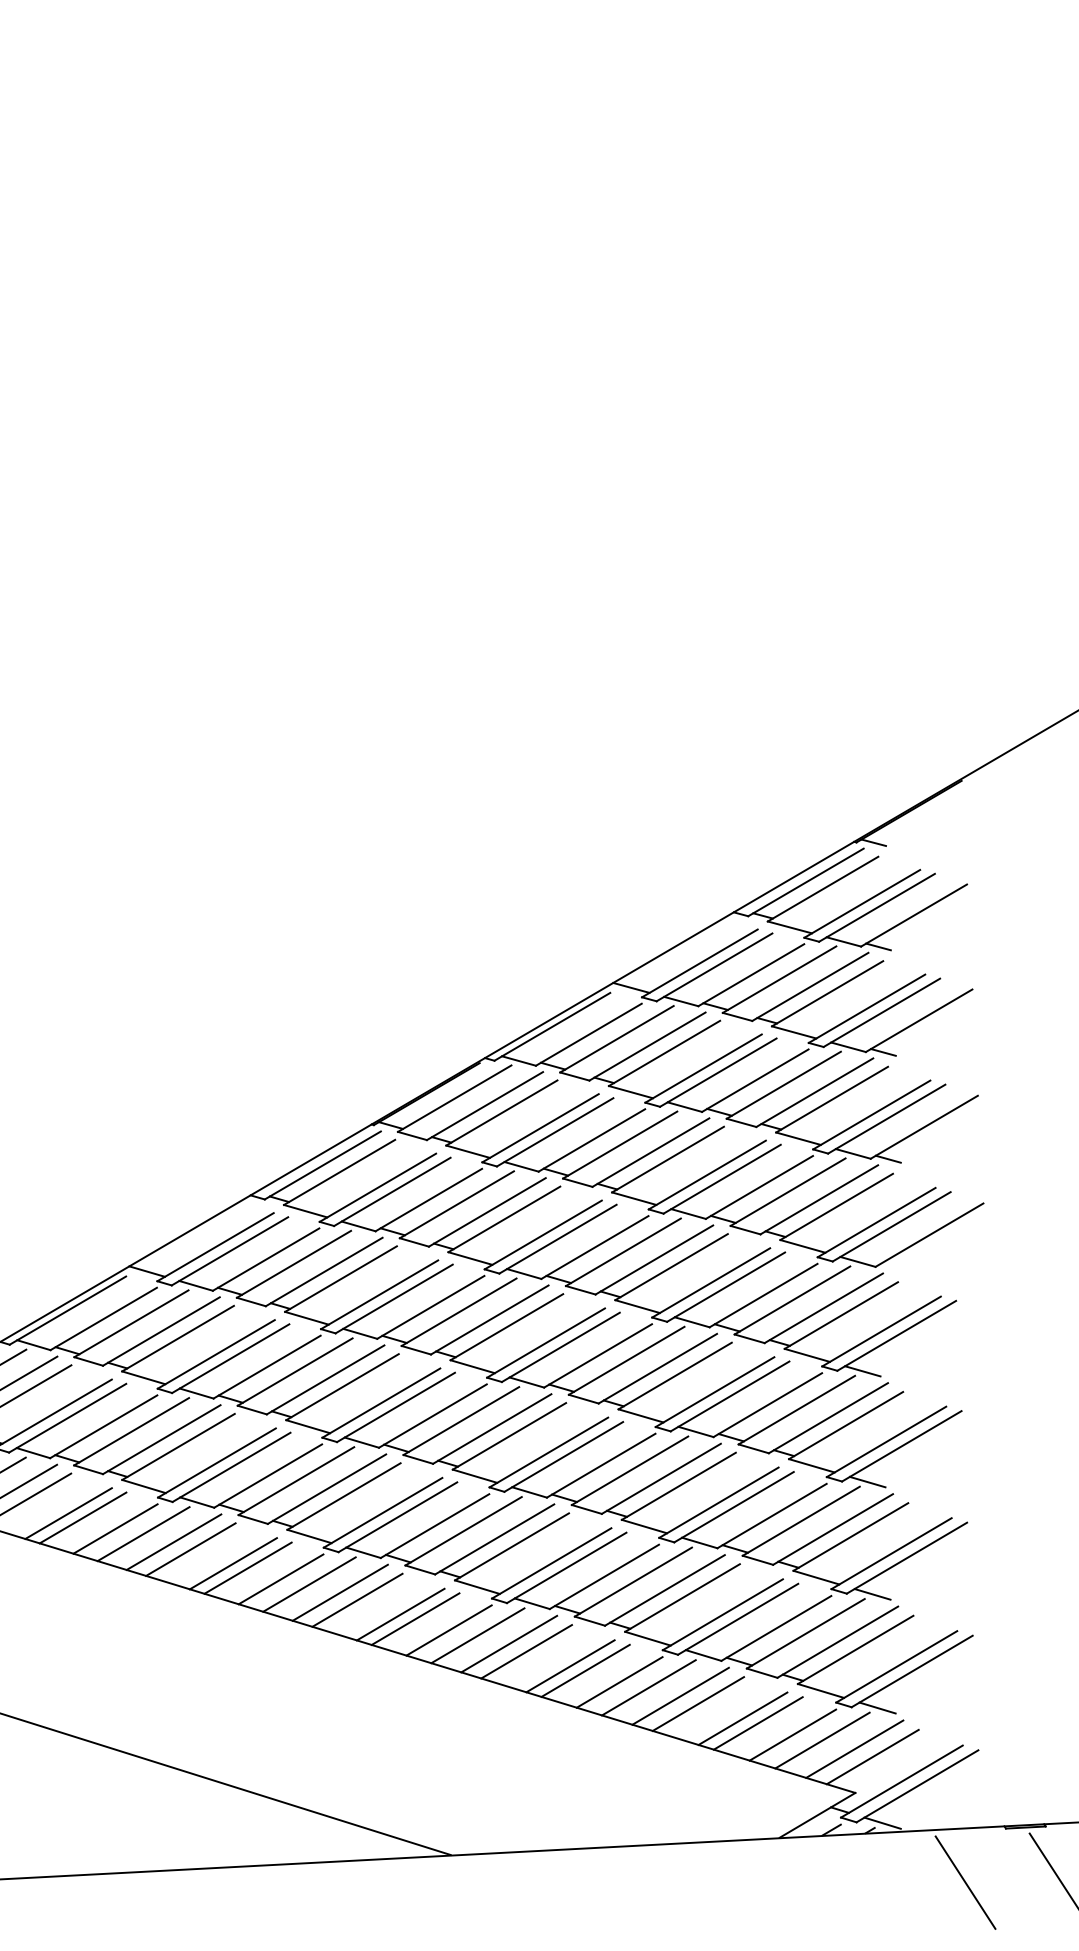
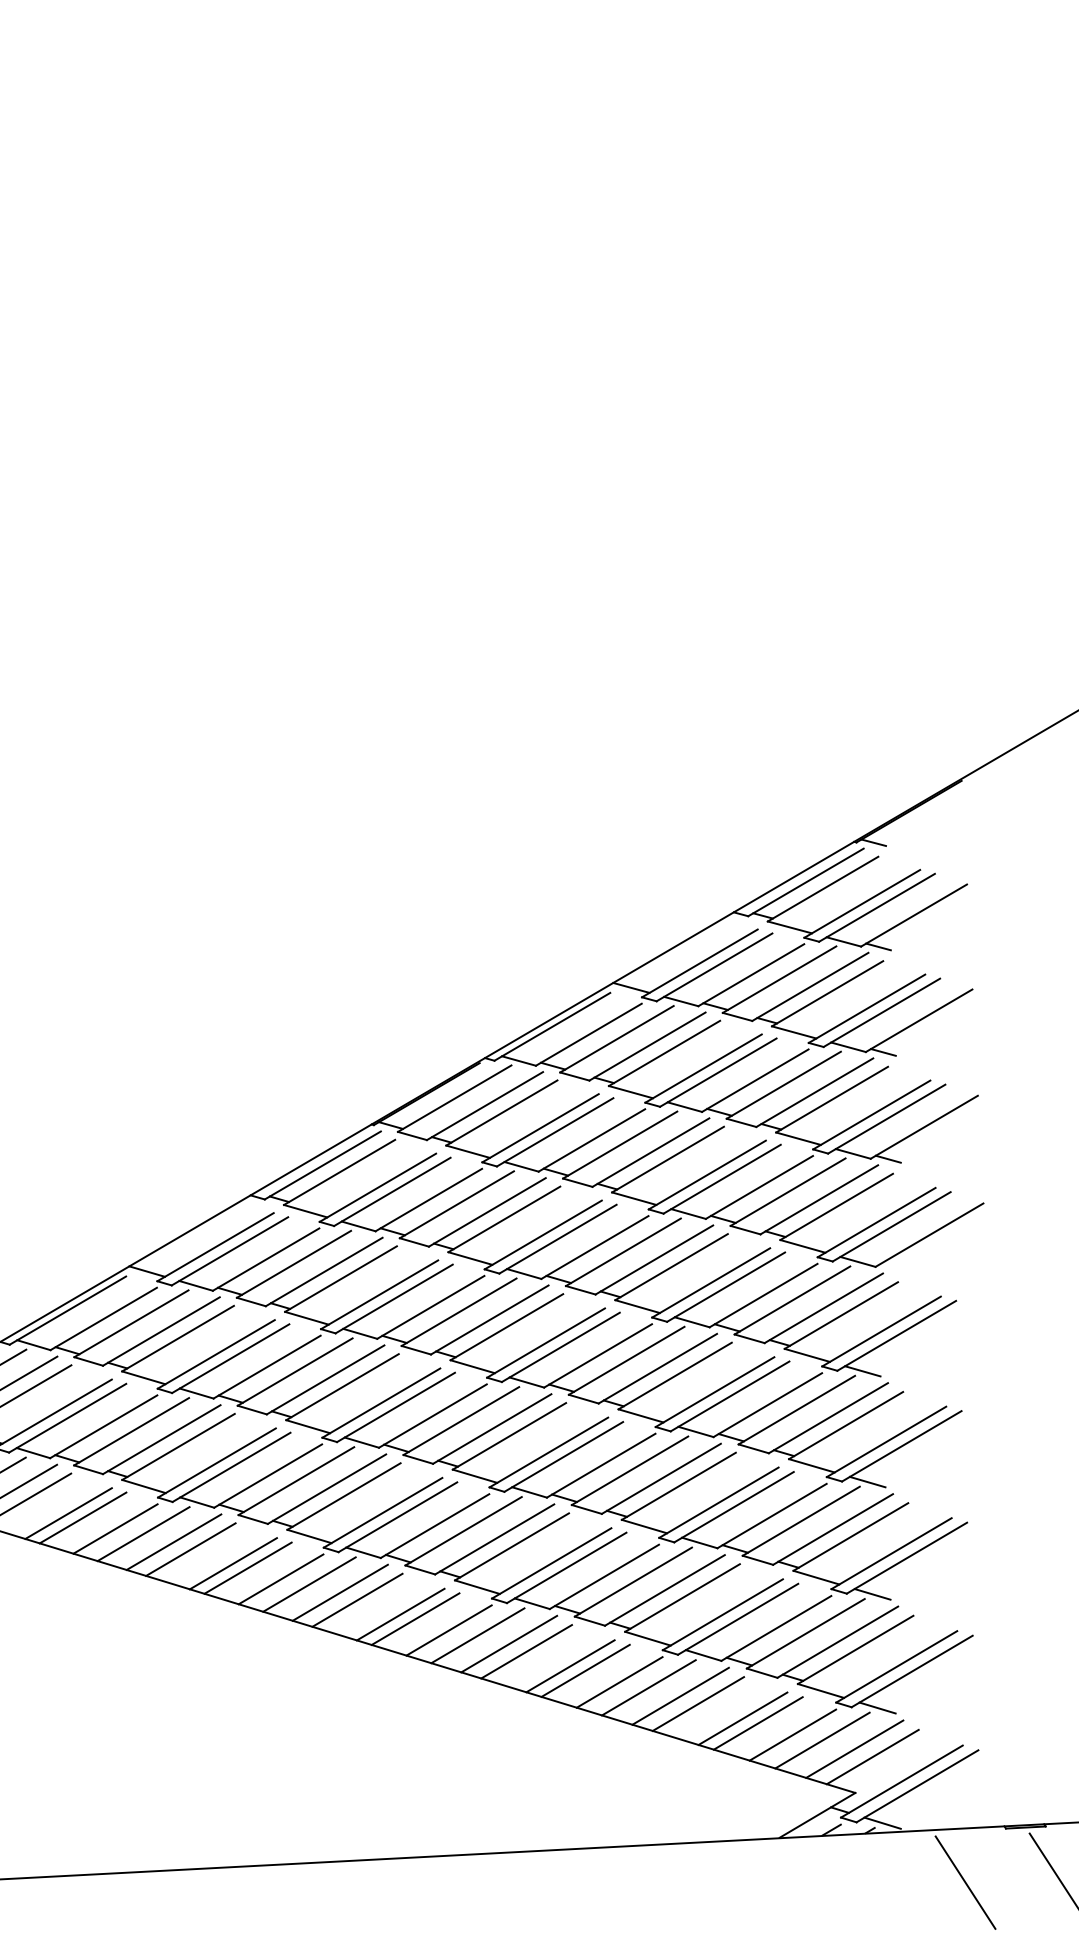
line at (226, 1784): present -> none
